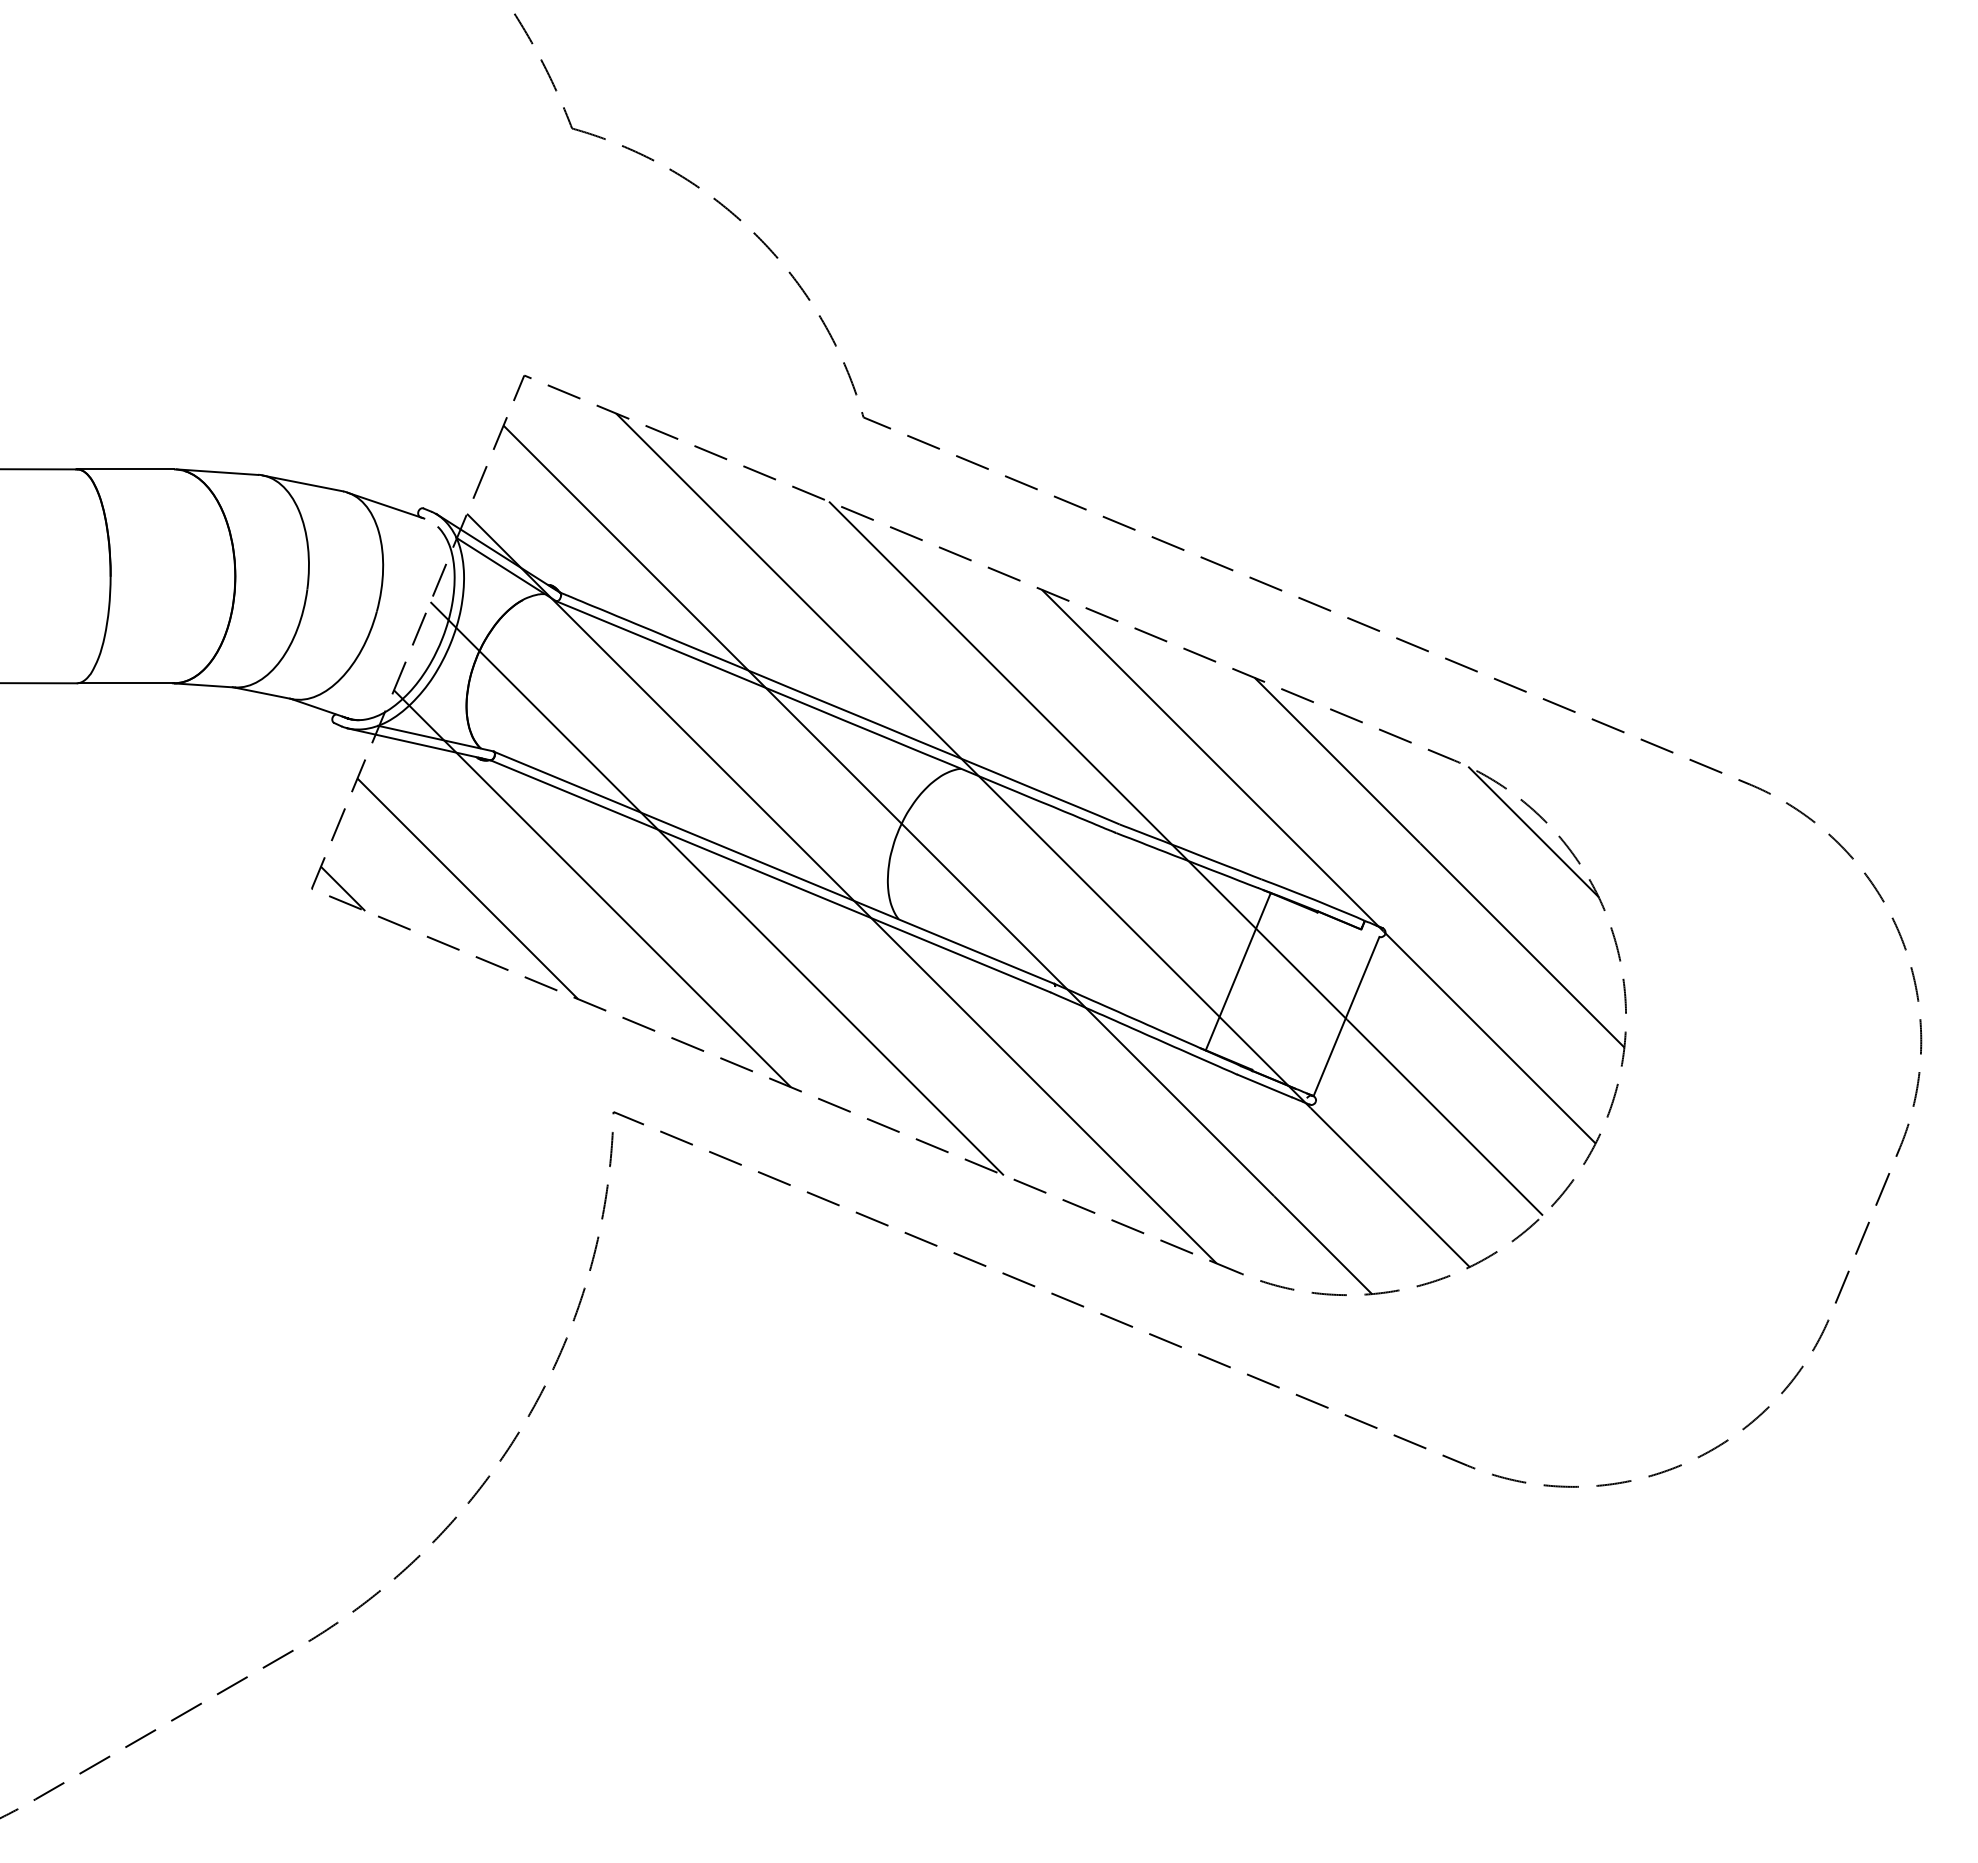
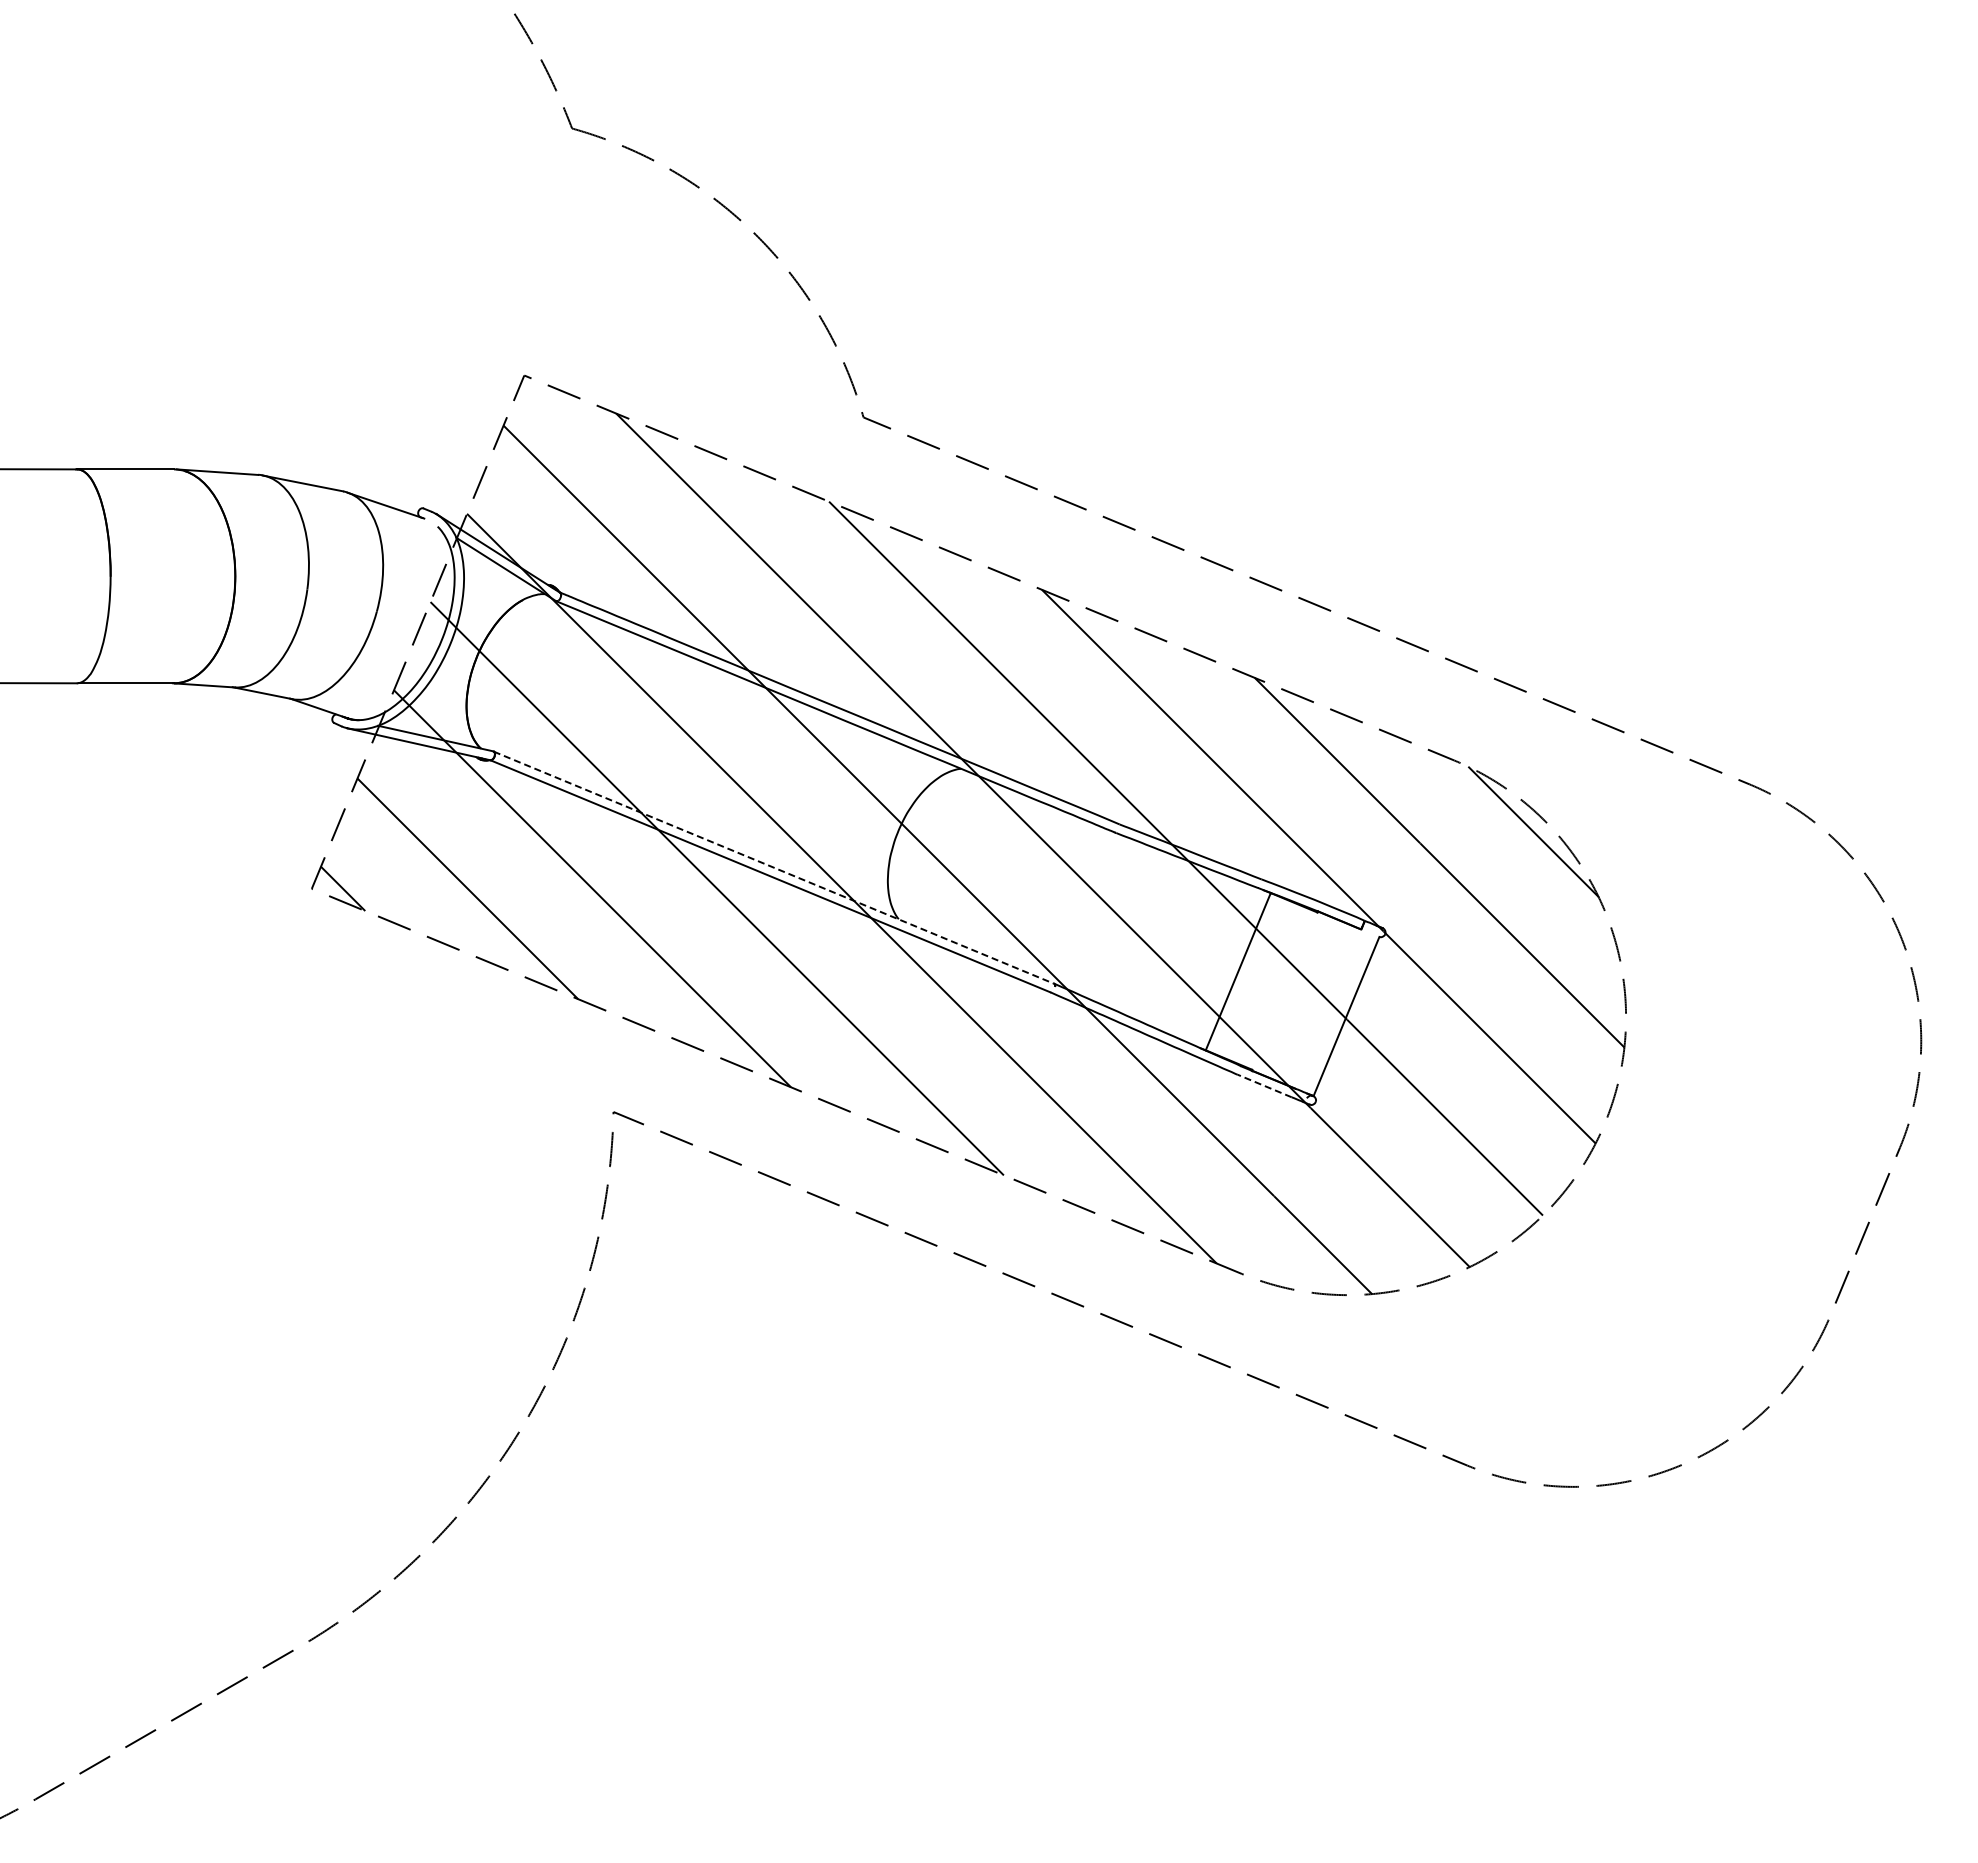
line at (774, 867): solid -> dashed
line at (1264, 1085): solid -> dashed
